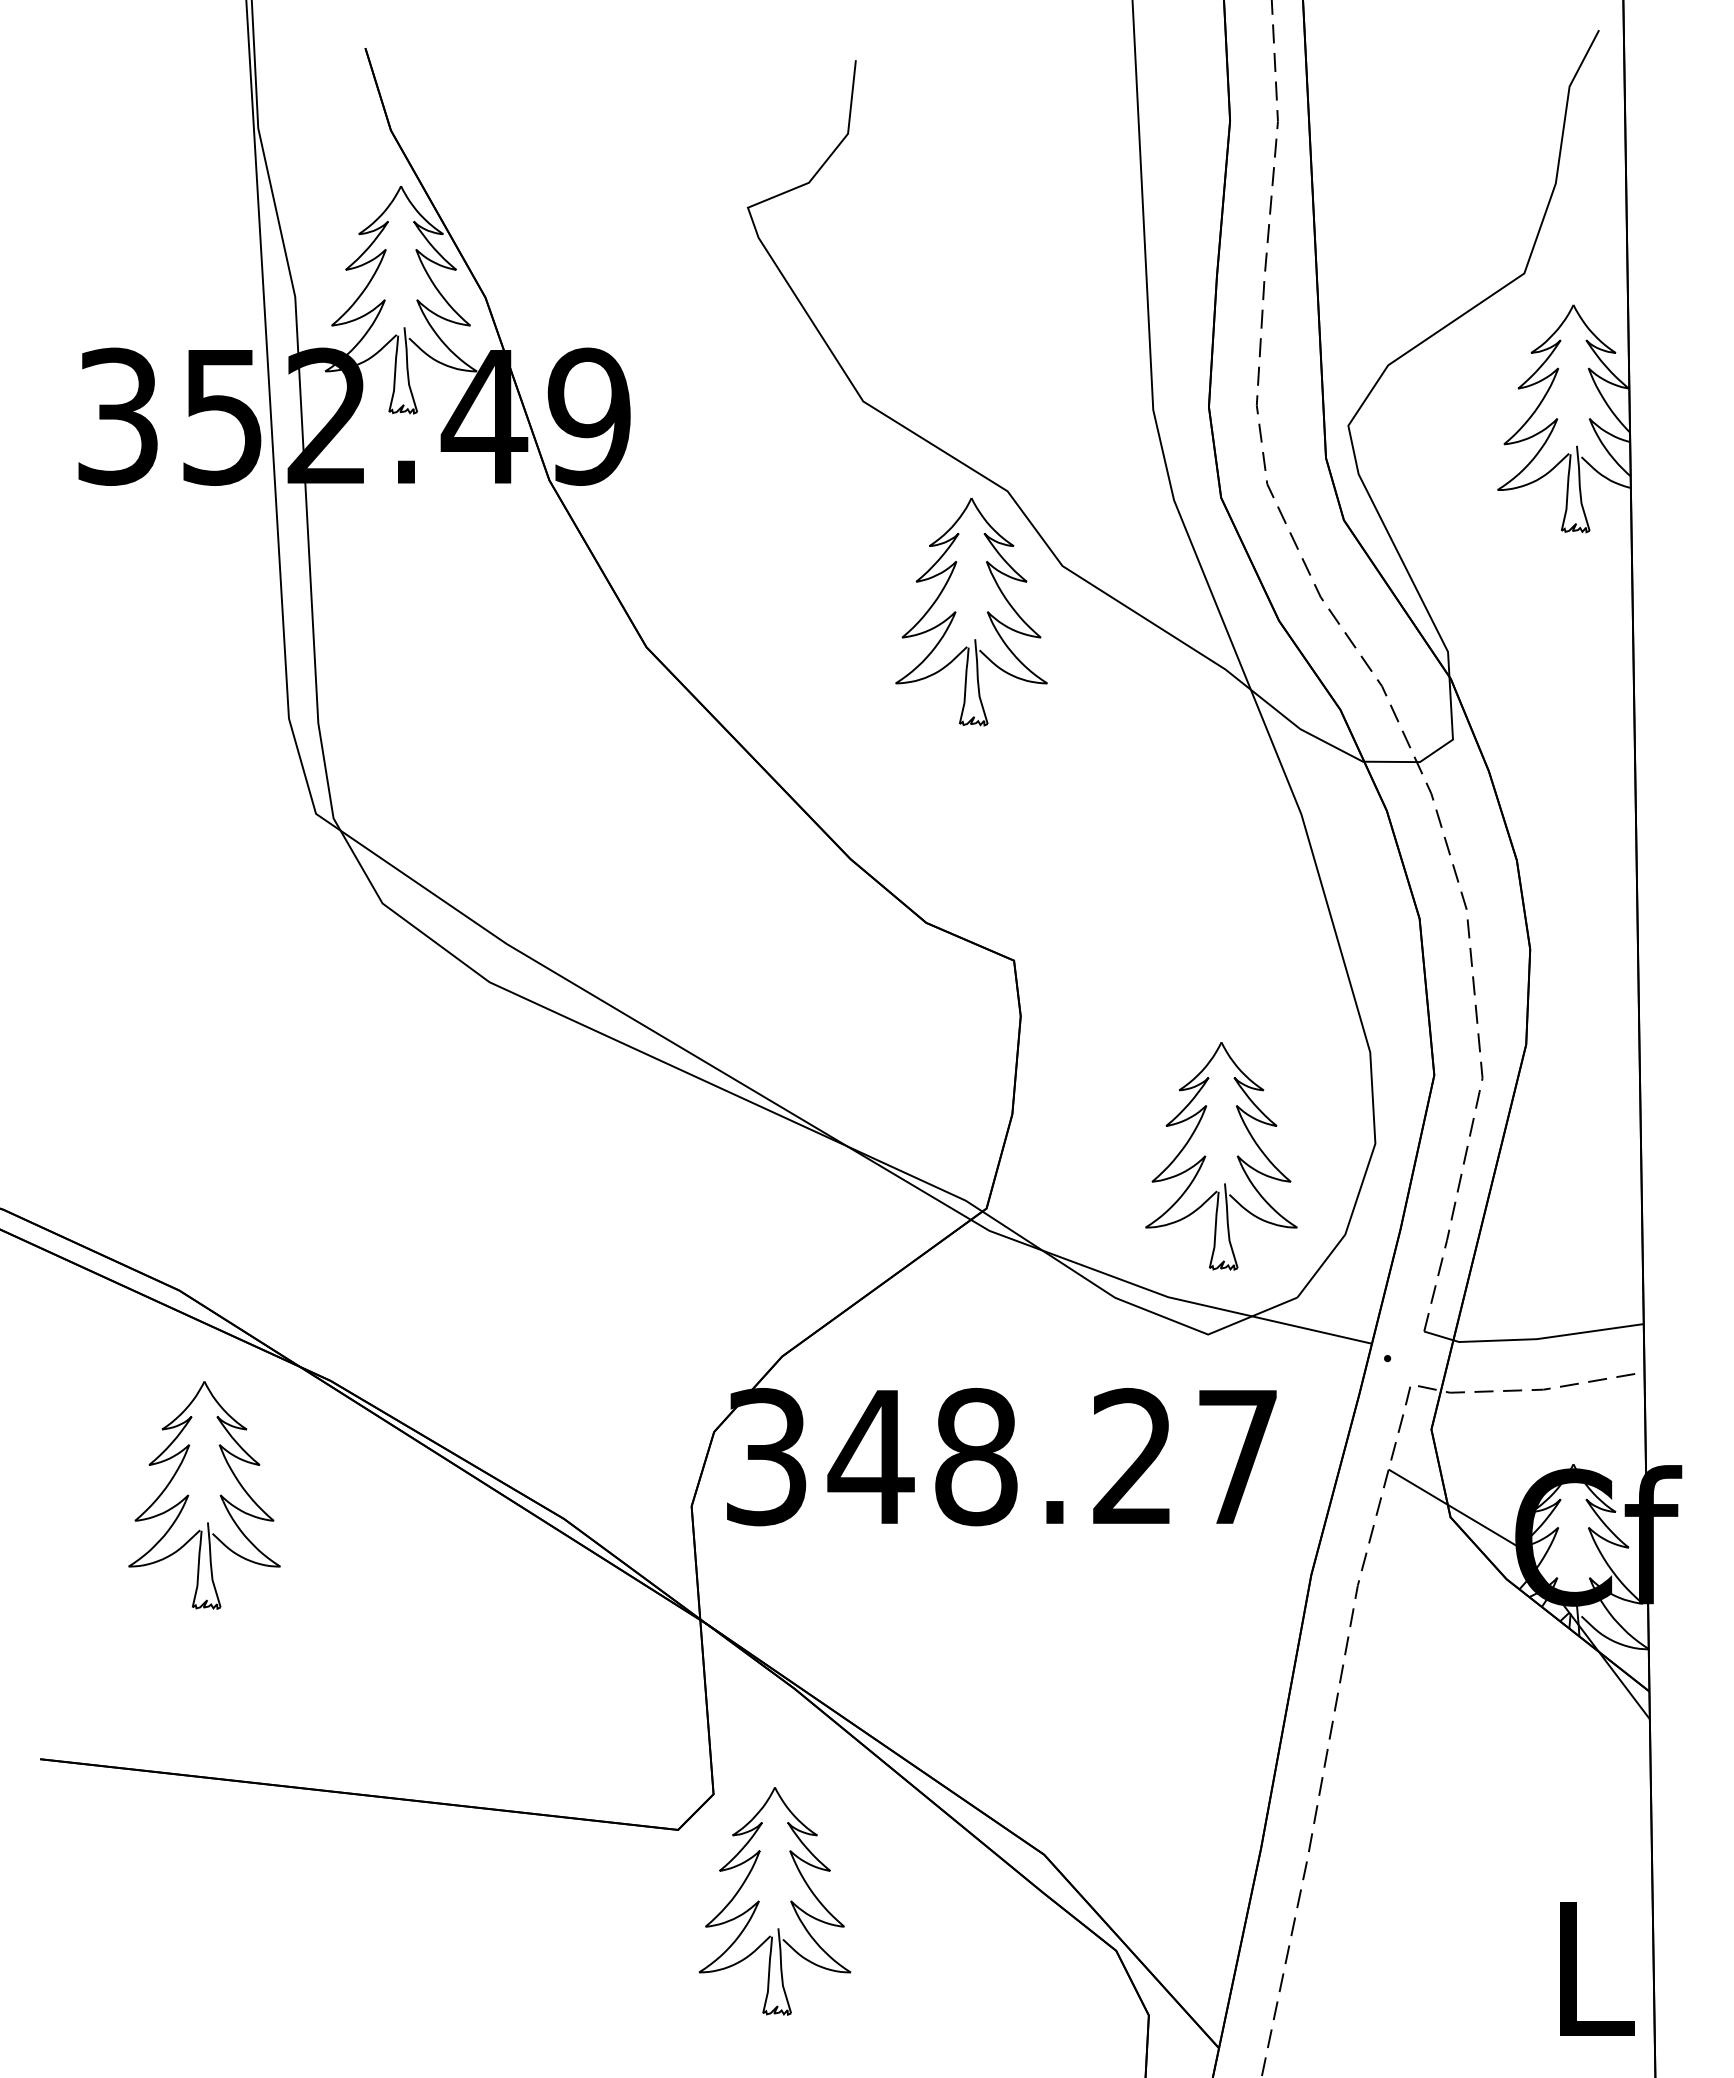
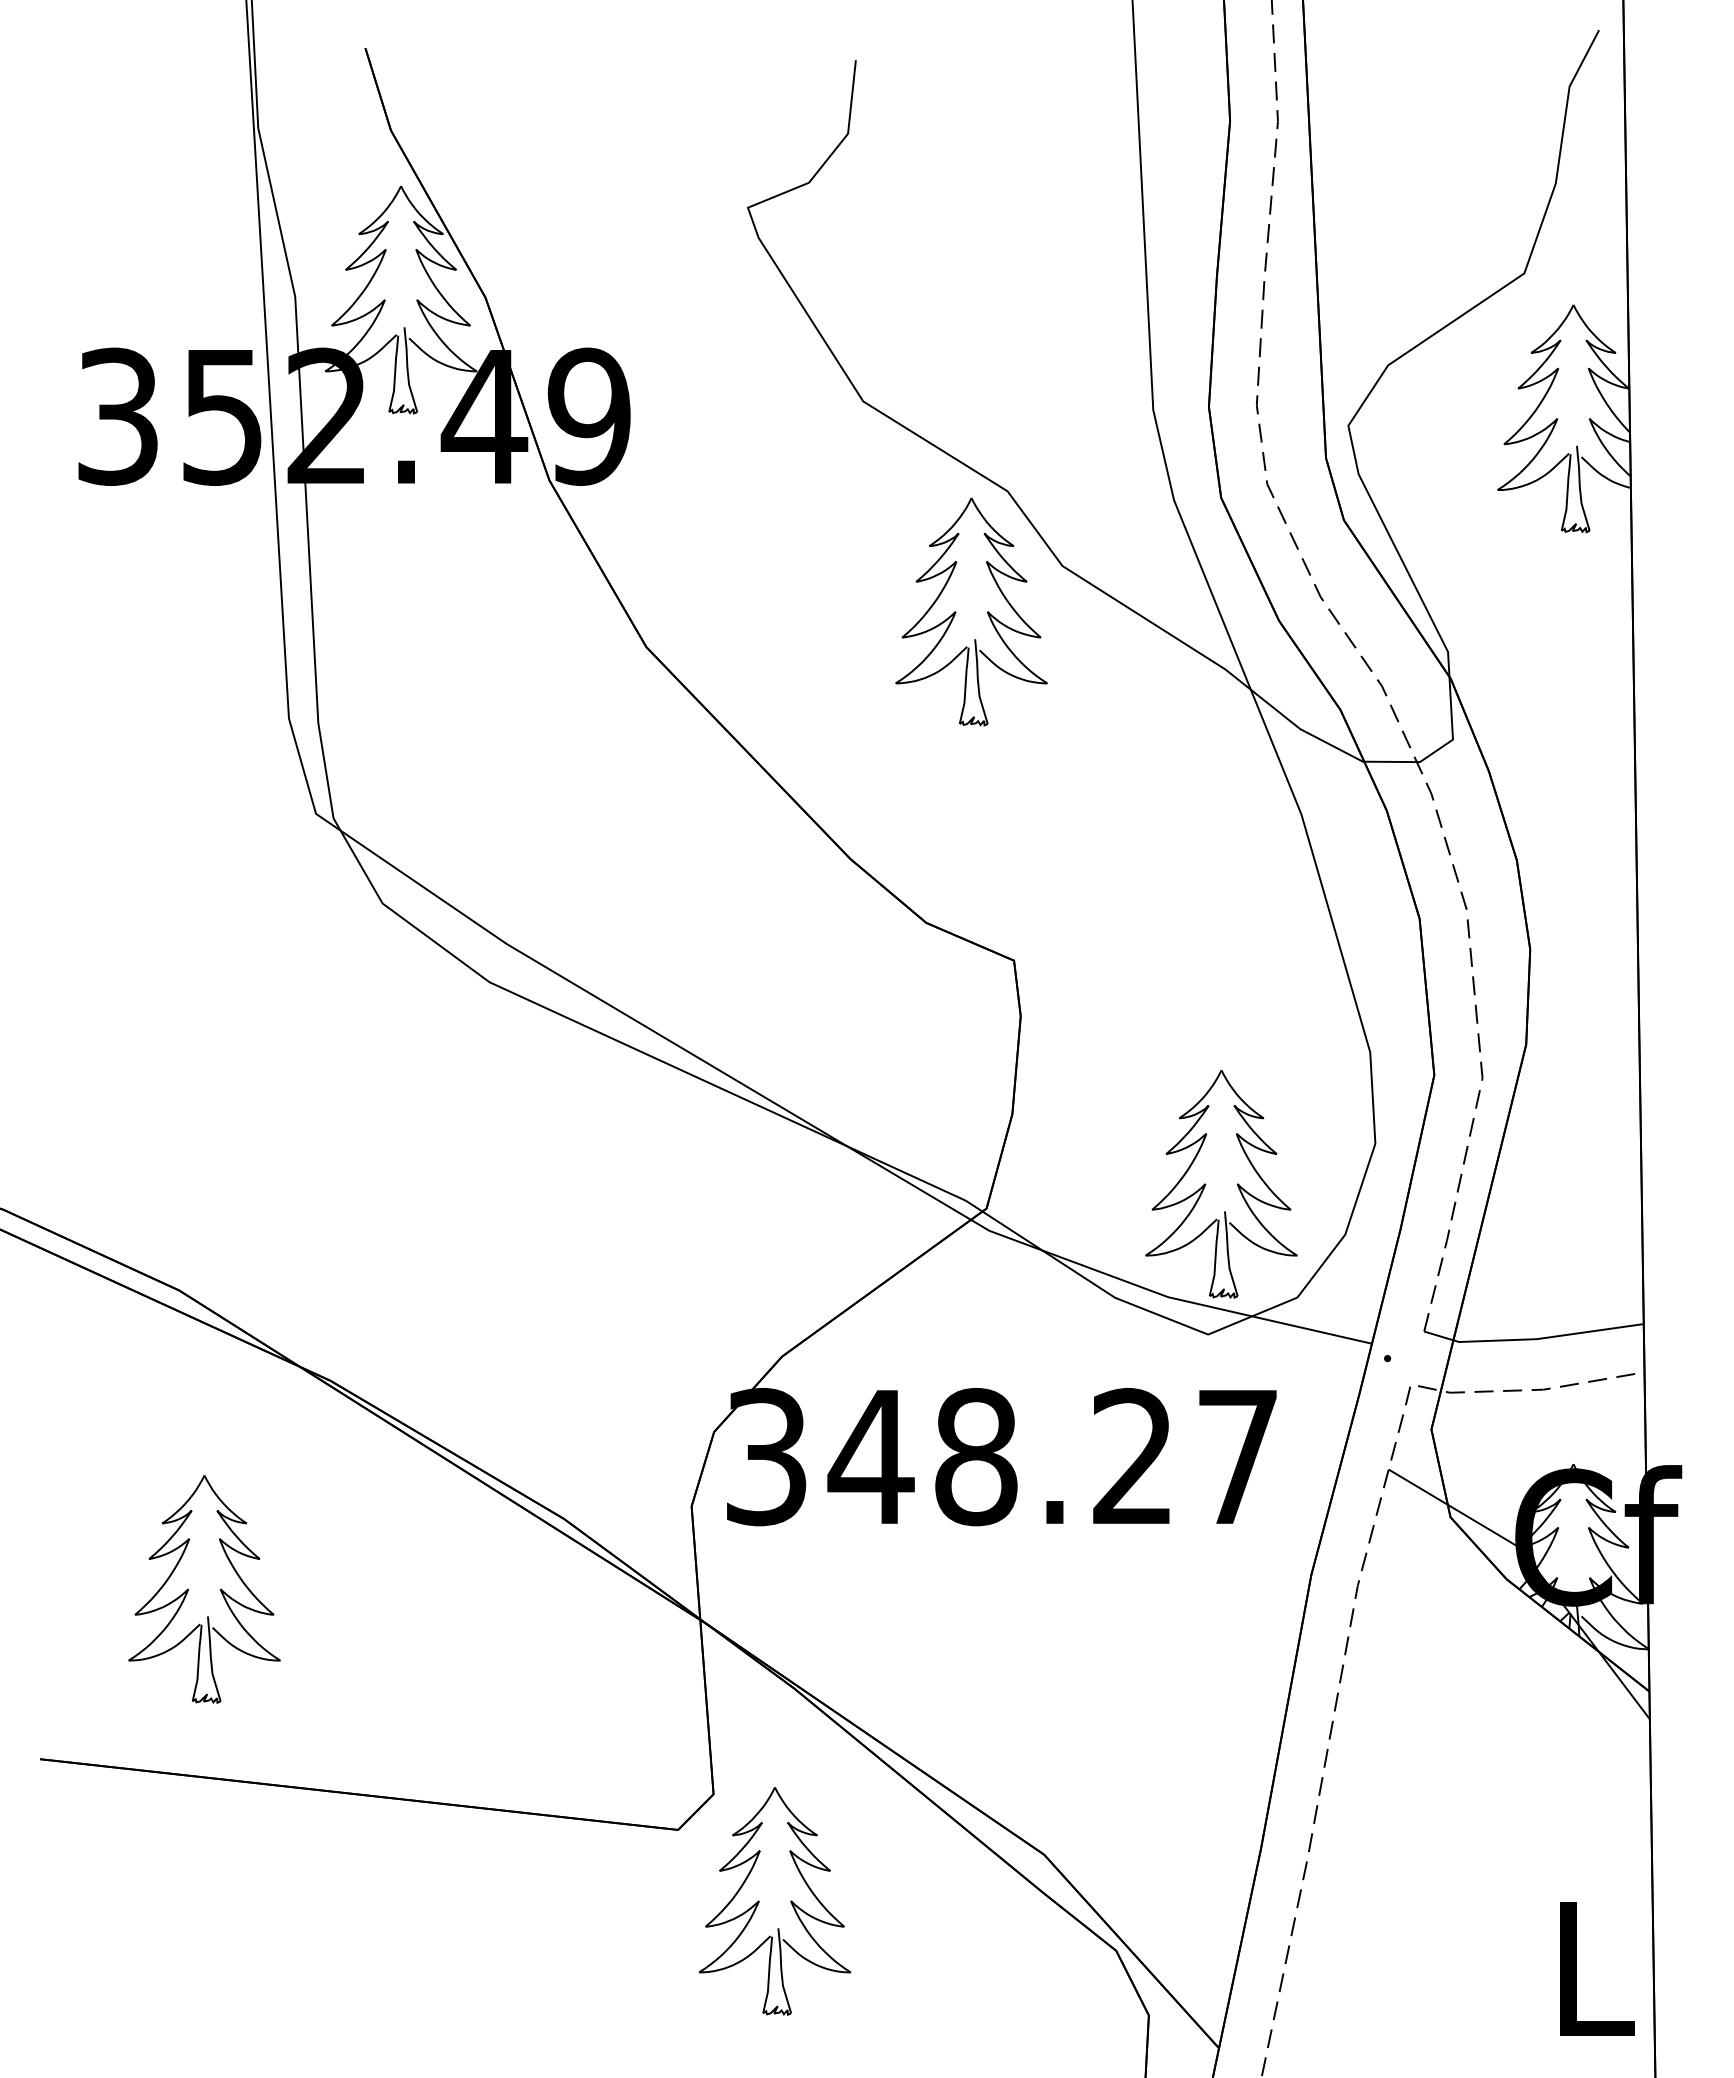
part at (1206, 1156) position: (1206, 1156) -> (1206, 1184)
part at (189, 1495) position: (189, 1495) -> (189, 1589)
